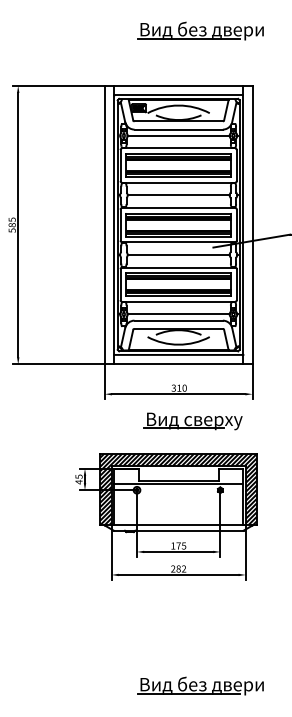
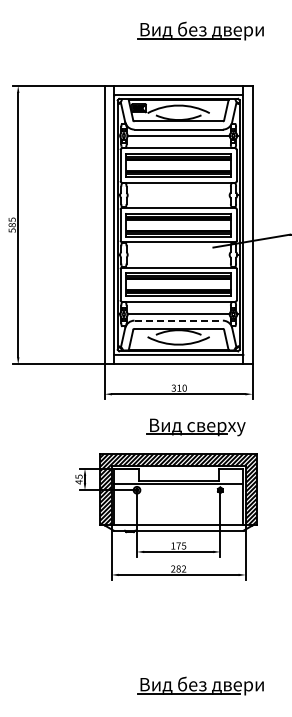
line at (178, 195): present -> none
line at (178, 254): present -> none
line at (179, 320): solid -> dashed
part at (192, 421) position: (192, 421) -> (195, 427)
